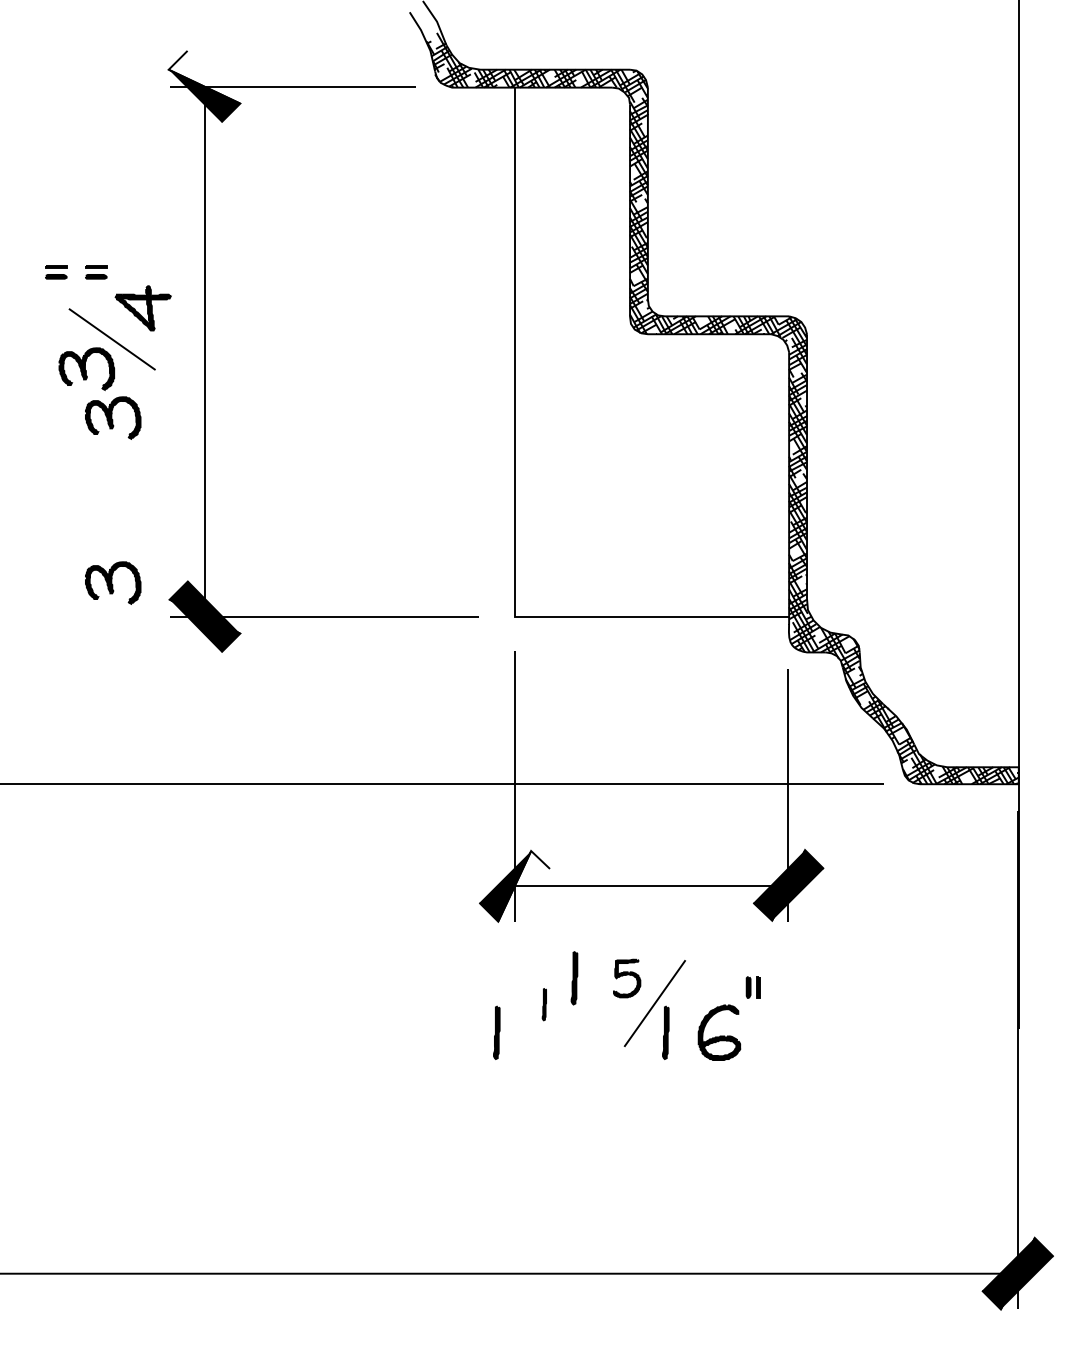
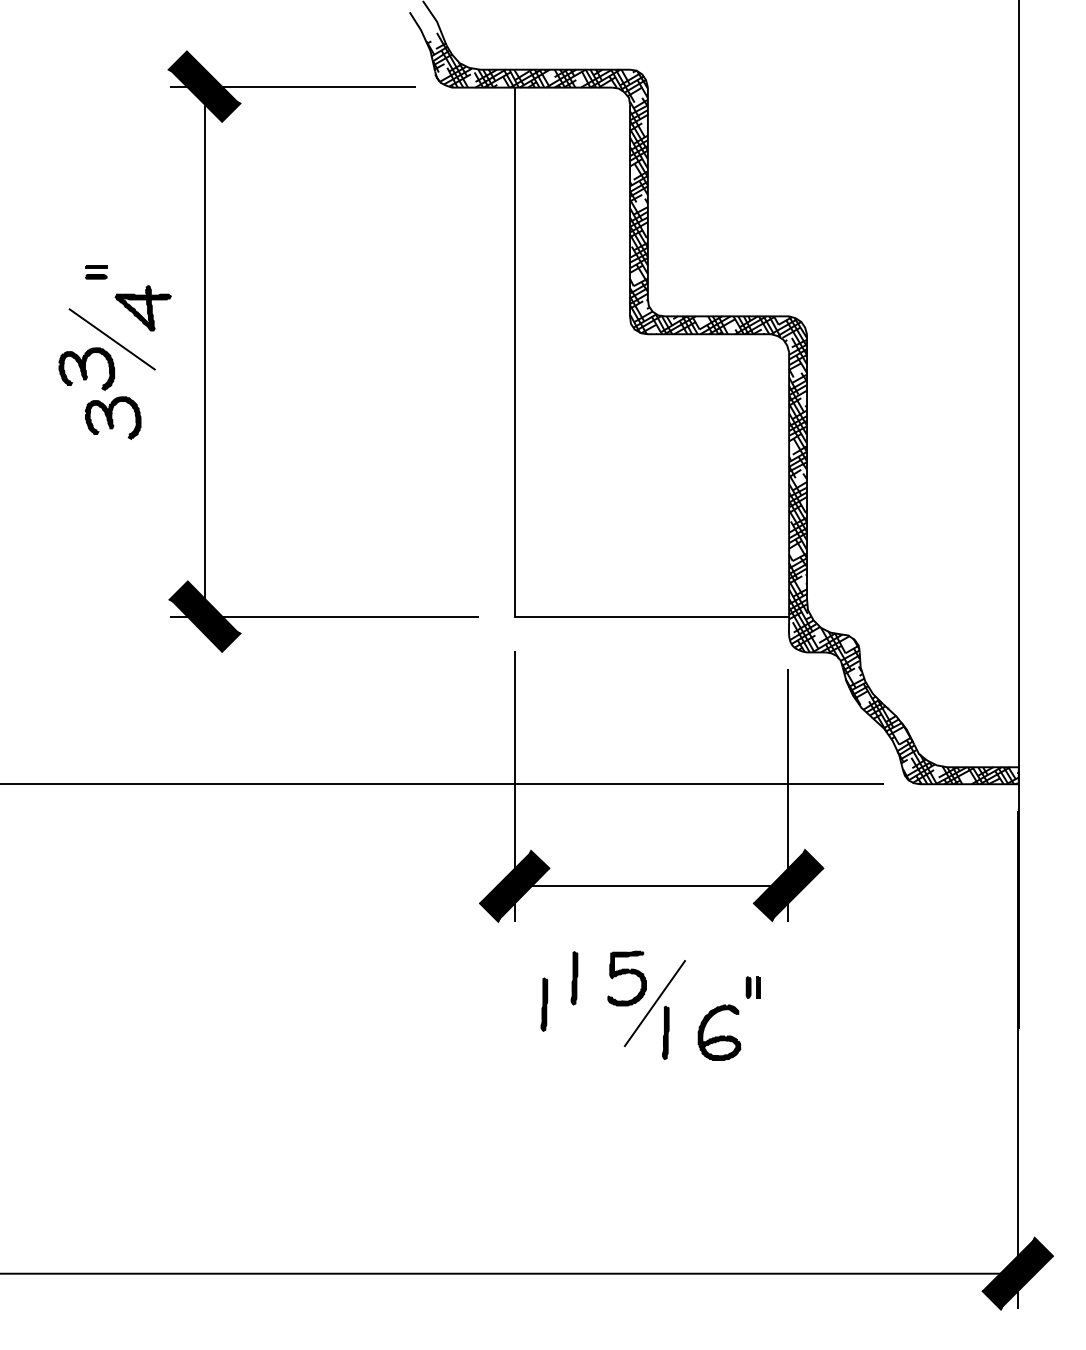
fill at (204, 76): none -> present
part at (56, 272): present -> none
part at (113, 582): present -> none
fill at (524, 886): none -> present
part at (627, 978) size: 29x41 px -> 40x57 px
part at (543, 1004) size: 6x34 px -> 9x55 px
part at (496, 1032): present -> none
